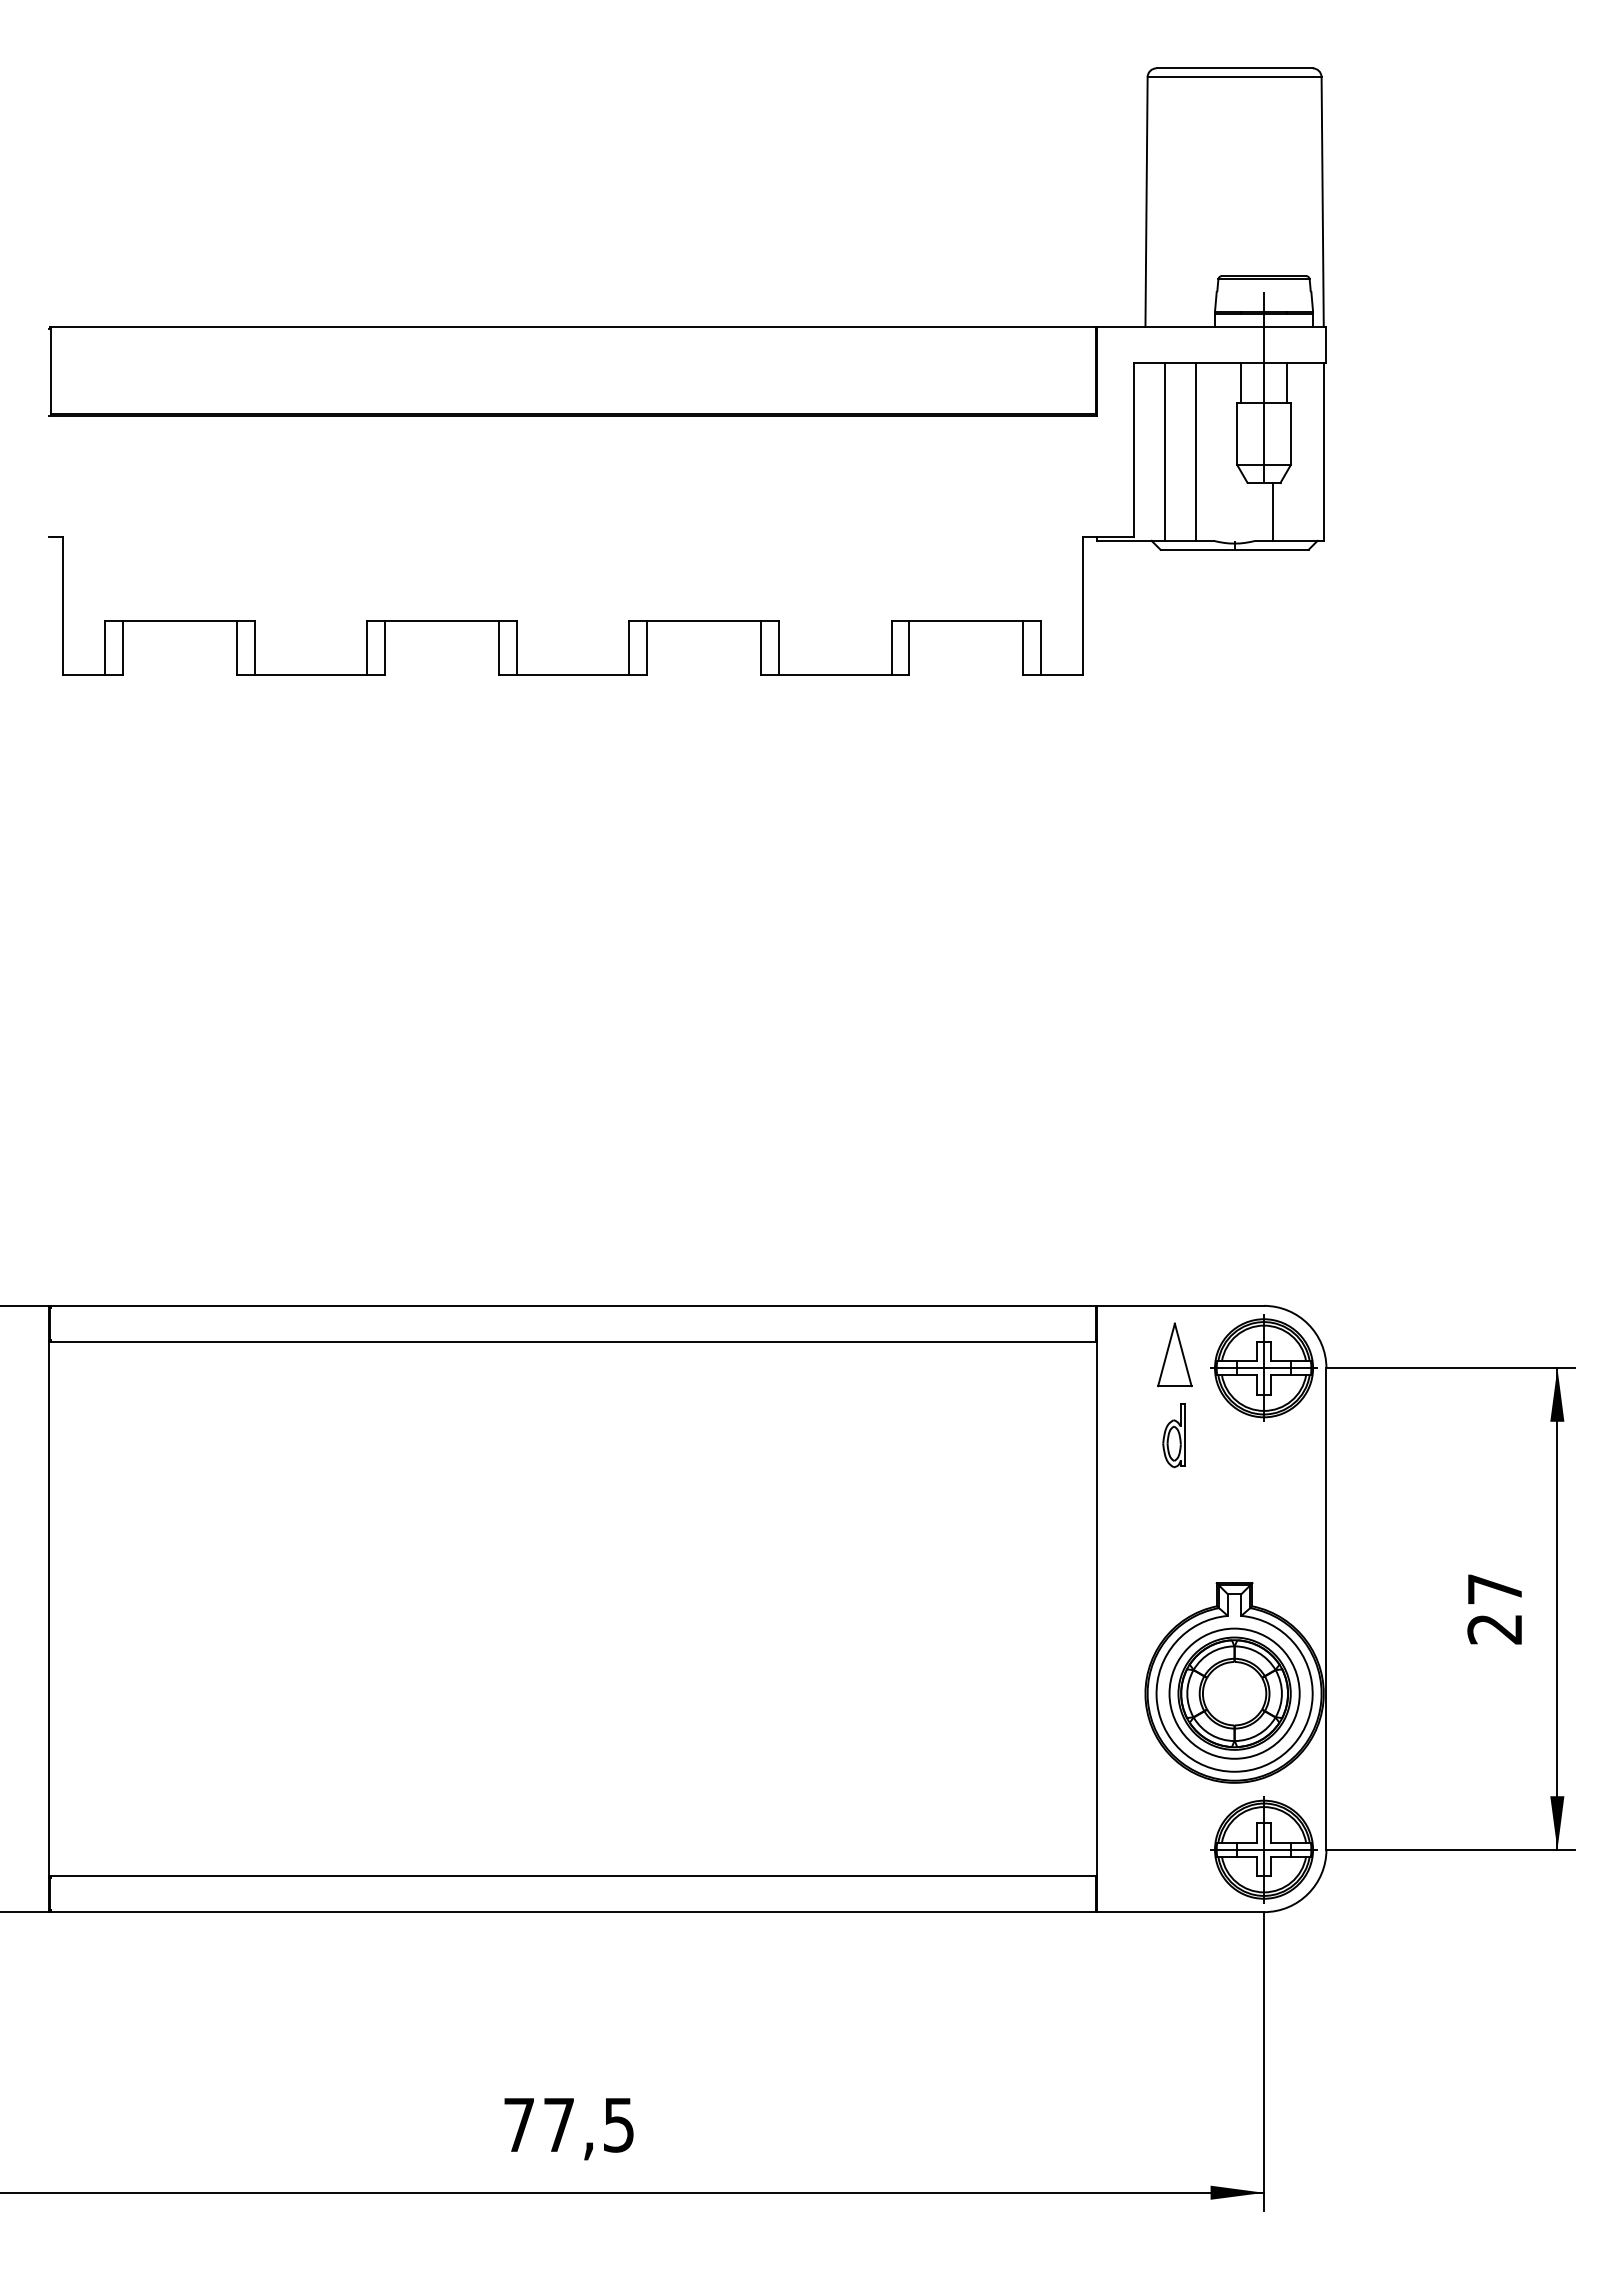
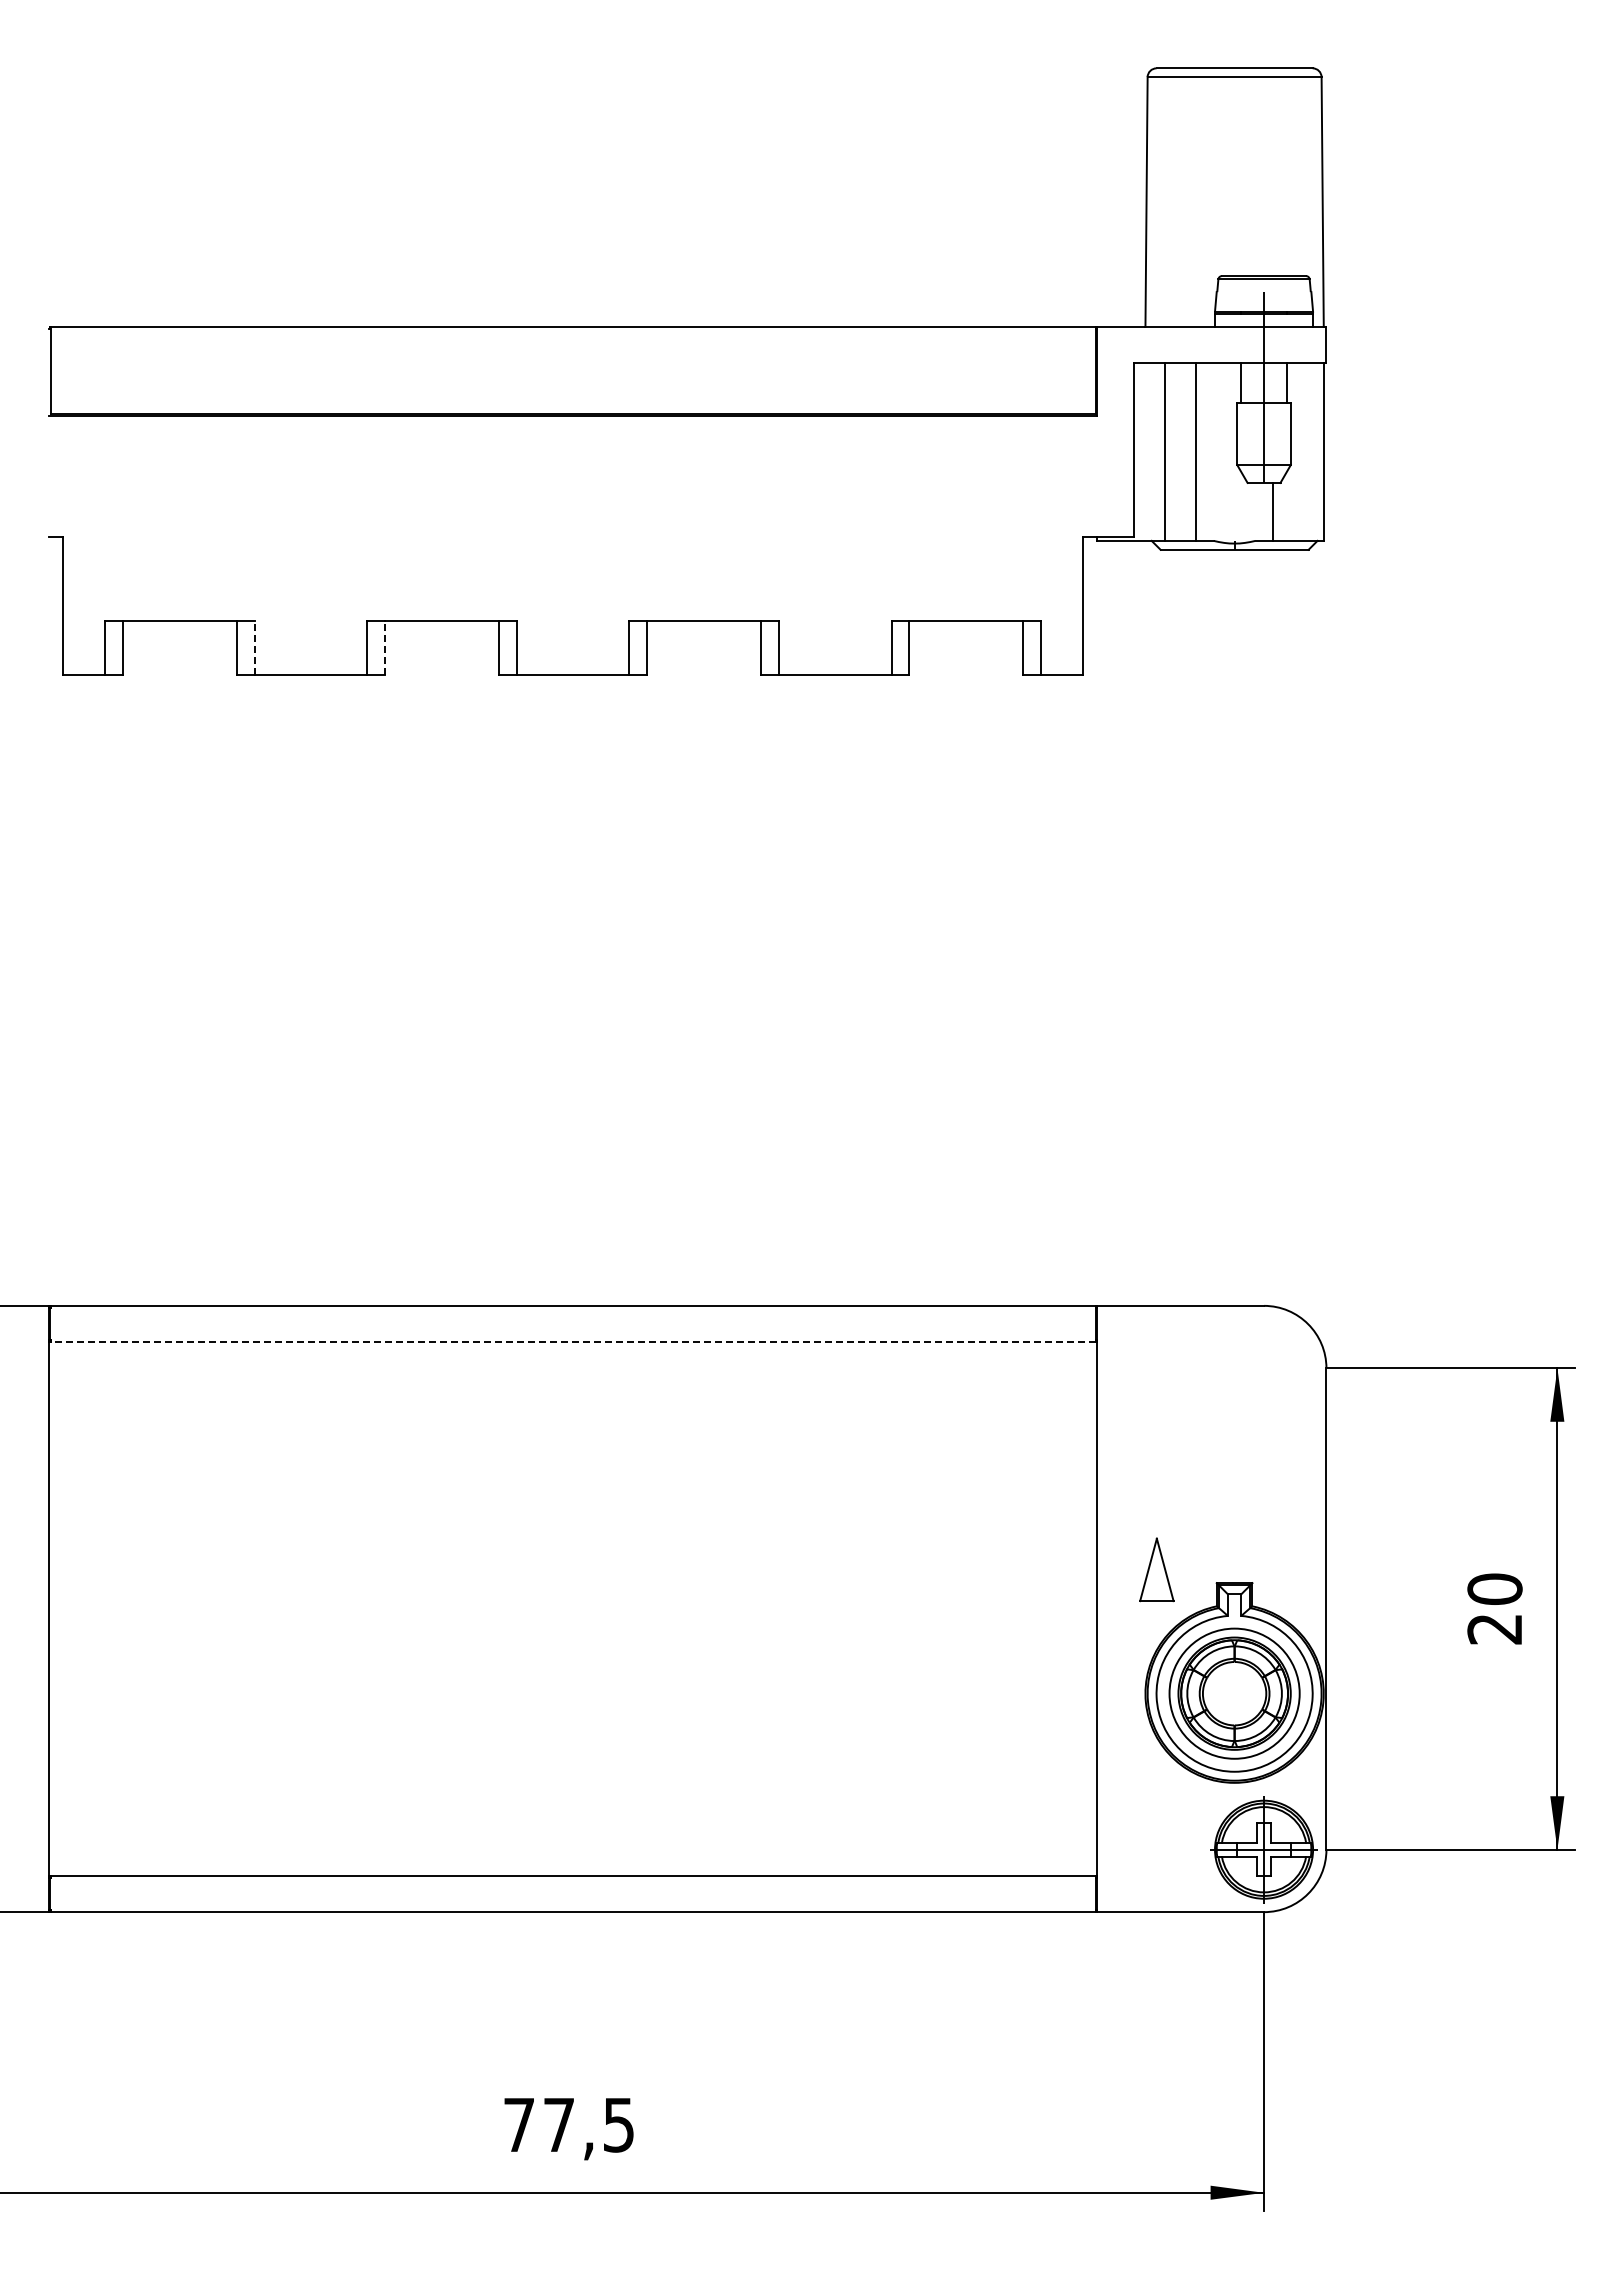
line at (254, 647): solid -> dashed
line at (385, 647): solid -> dashed
line at (572, 1341): solid -> dashed
part at (1174, 1354) position: (1174, 1354) -> (1156, 1569)
part at (1263, 1367): present -> none
part at (1173, 1435): present -> none
text at (1494, 1588): 27 -> 20
